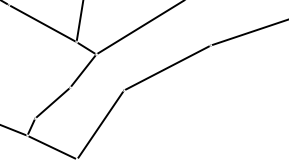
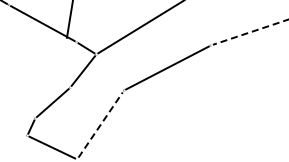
line at (79, 20) position: (79, 20) -> (69, 19)
line at (250, 32): solid -> dashed
line at (100, 124): solid -> dashed
line at (13, 129): present -> none
